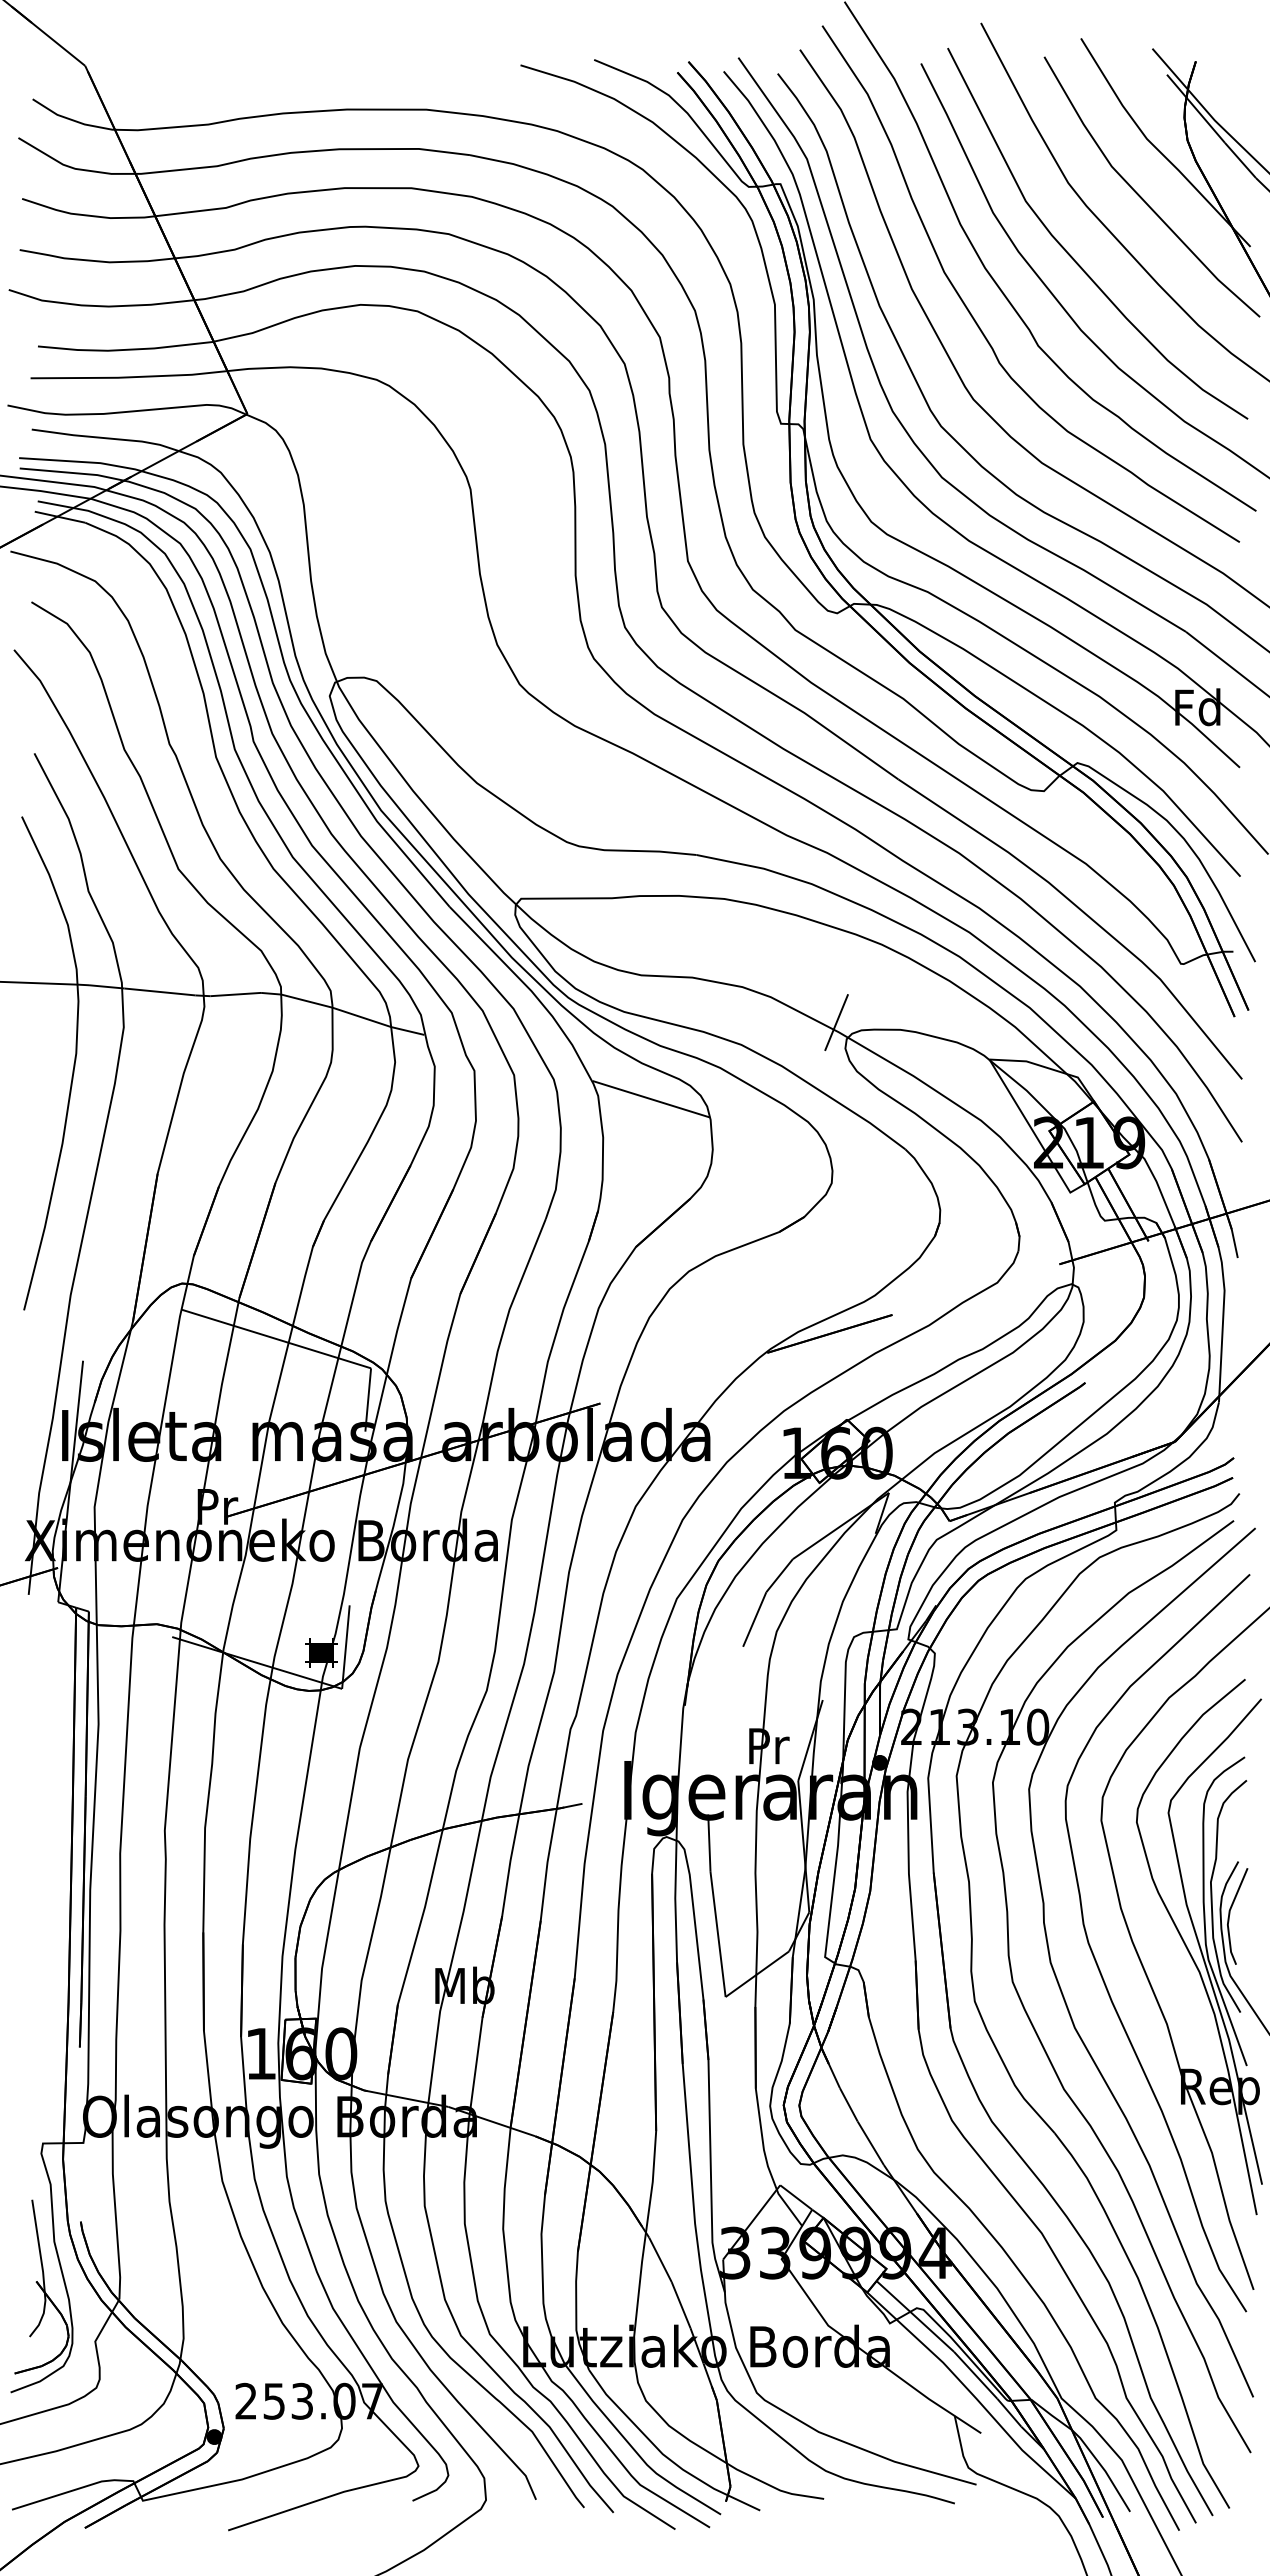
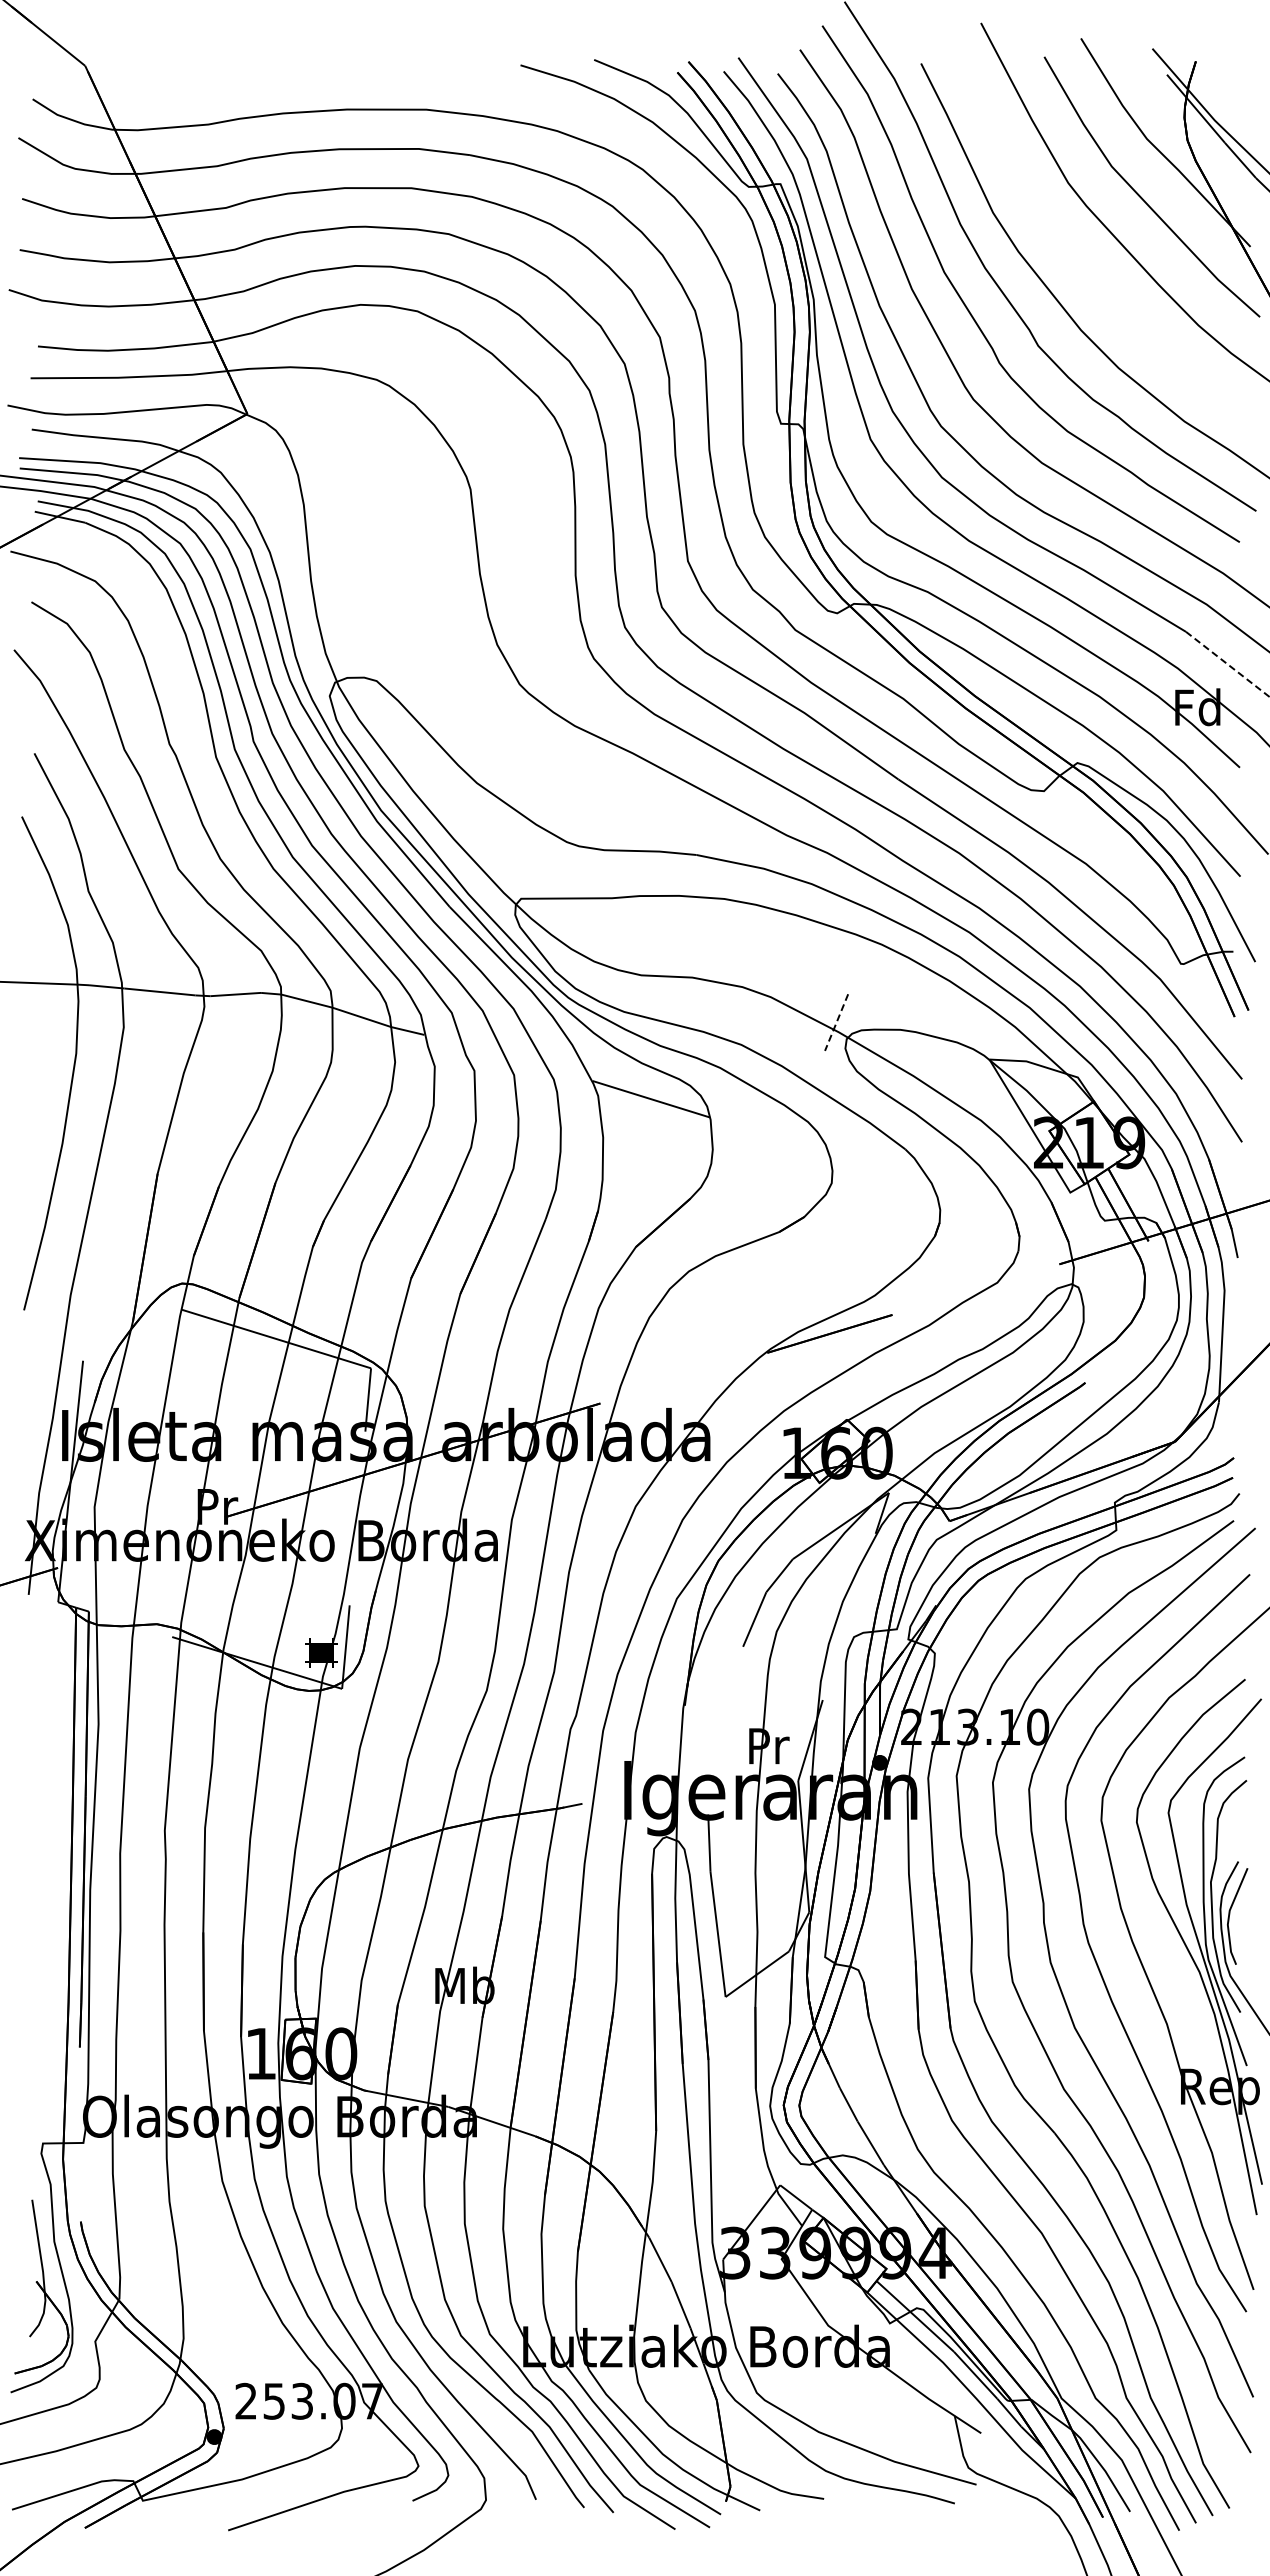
curve at (1073, 257): present -> none
line at (1227, 664): solid -> dashed
line at (836, 1022): solid -> dashed
